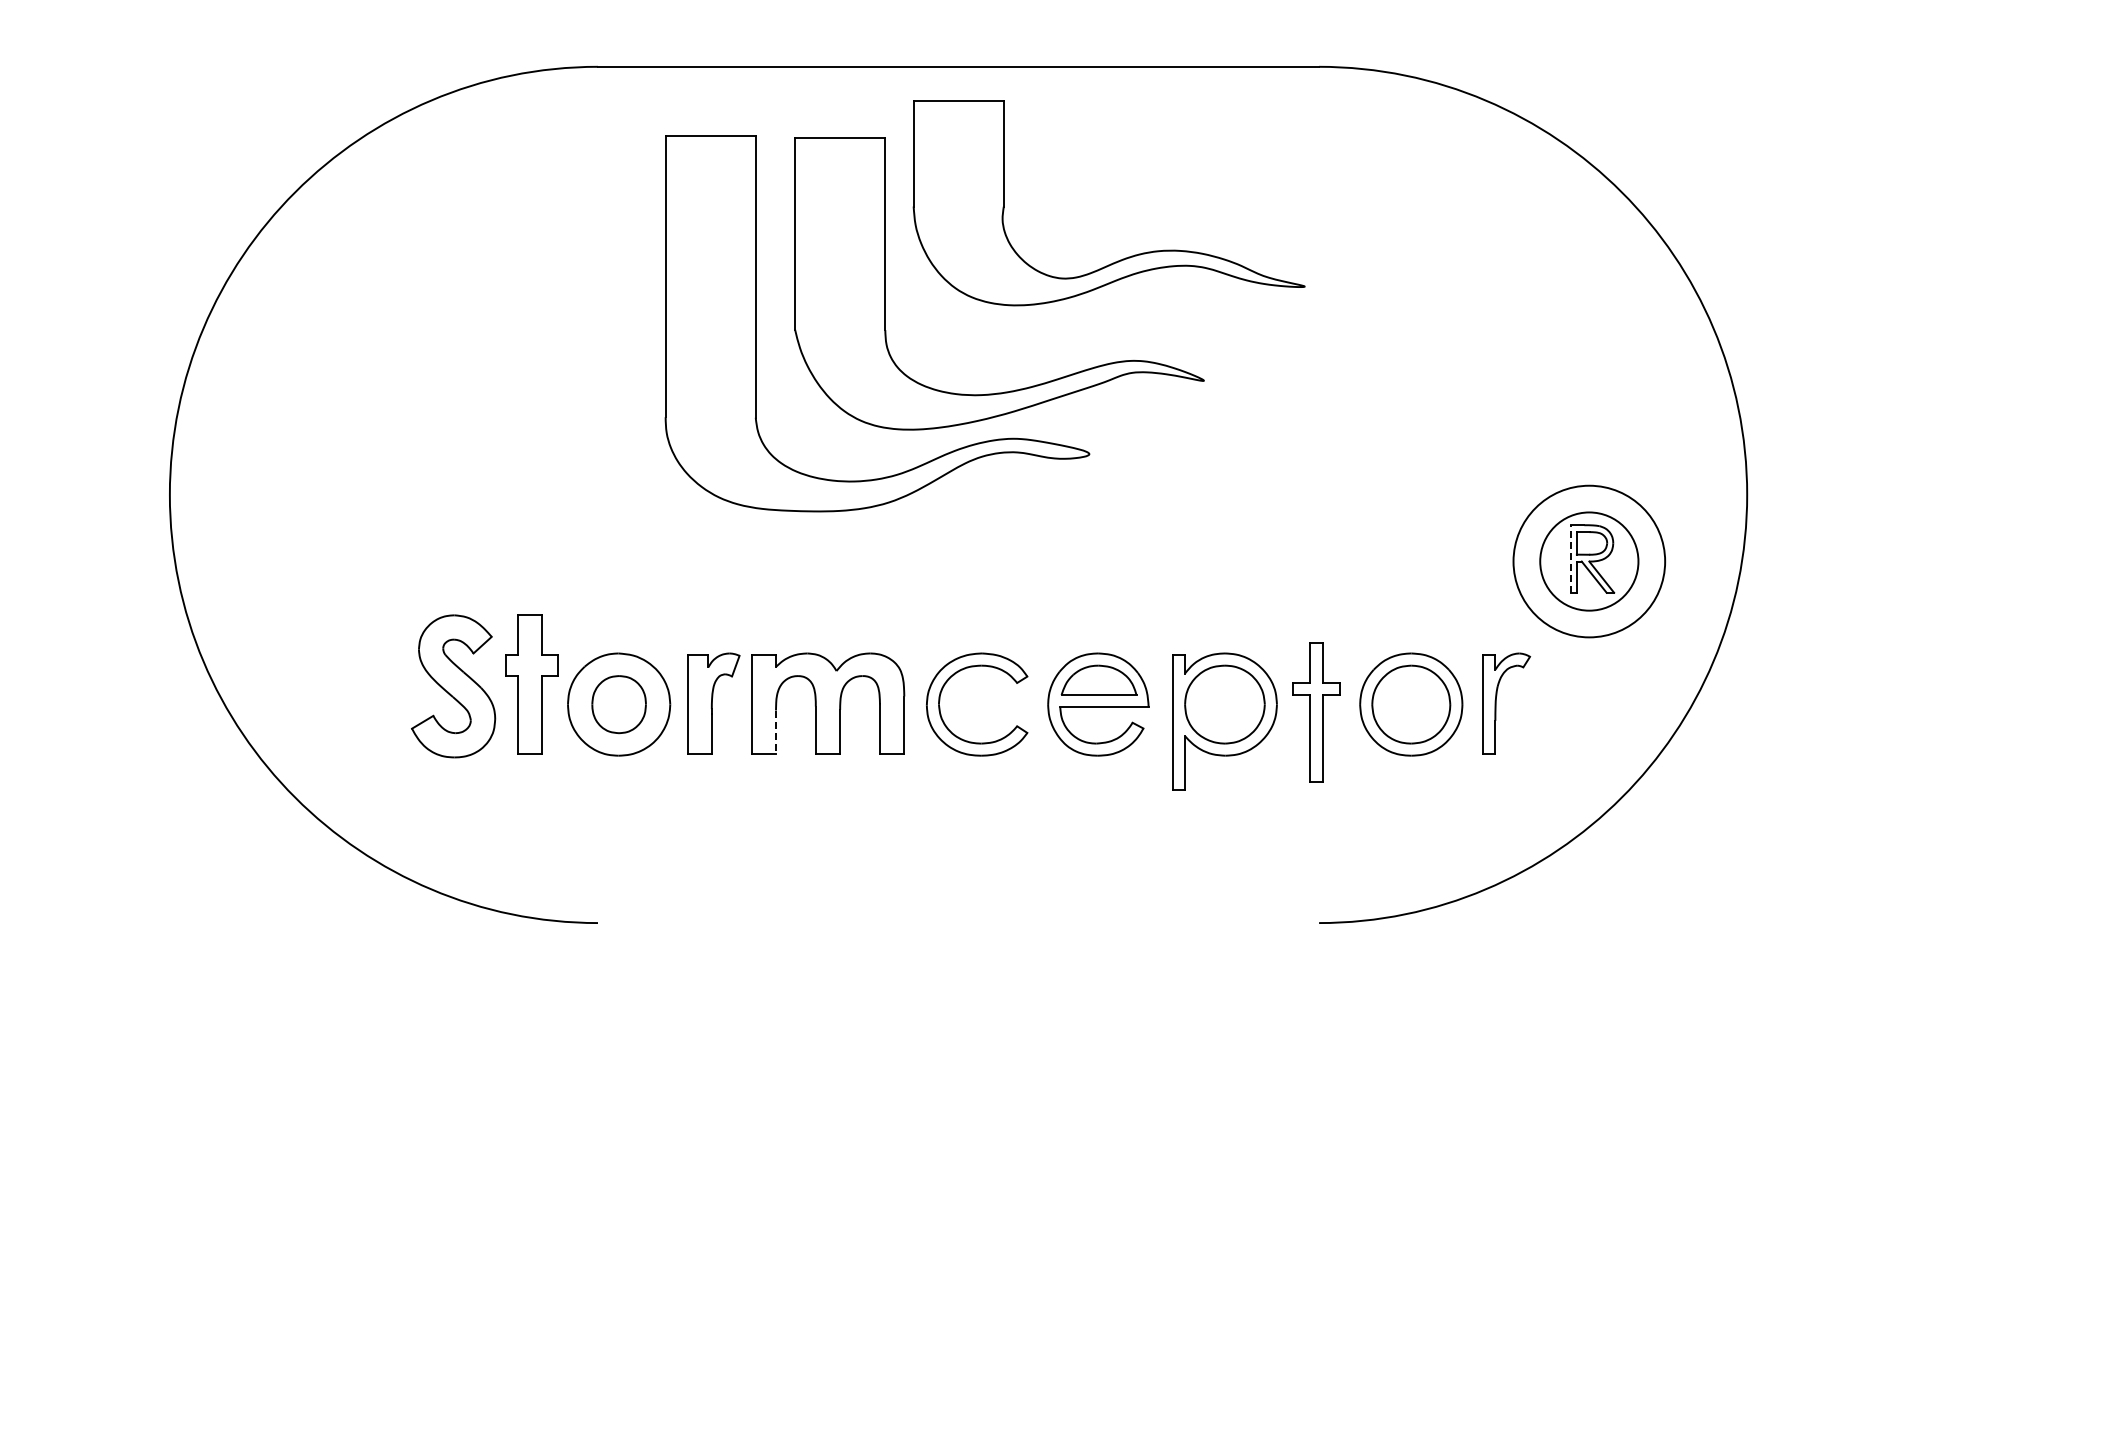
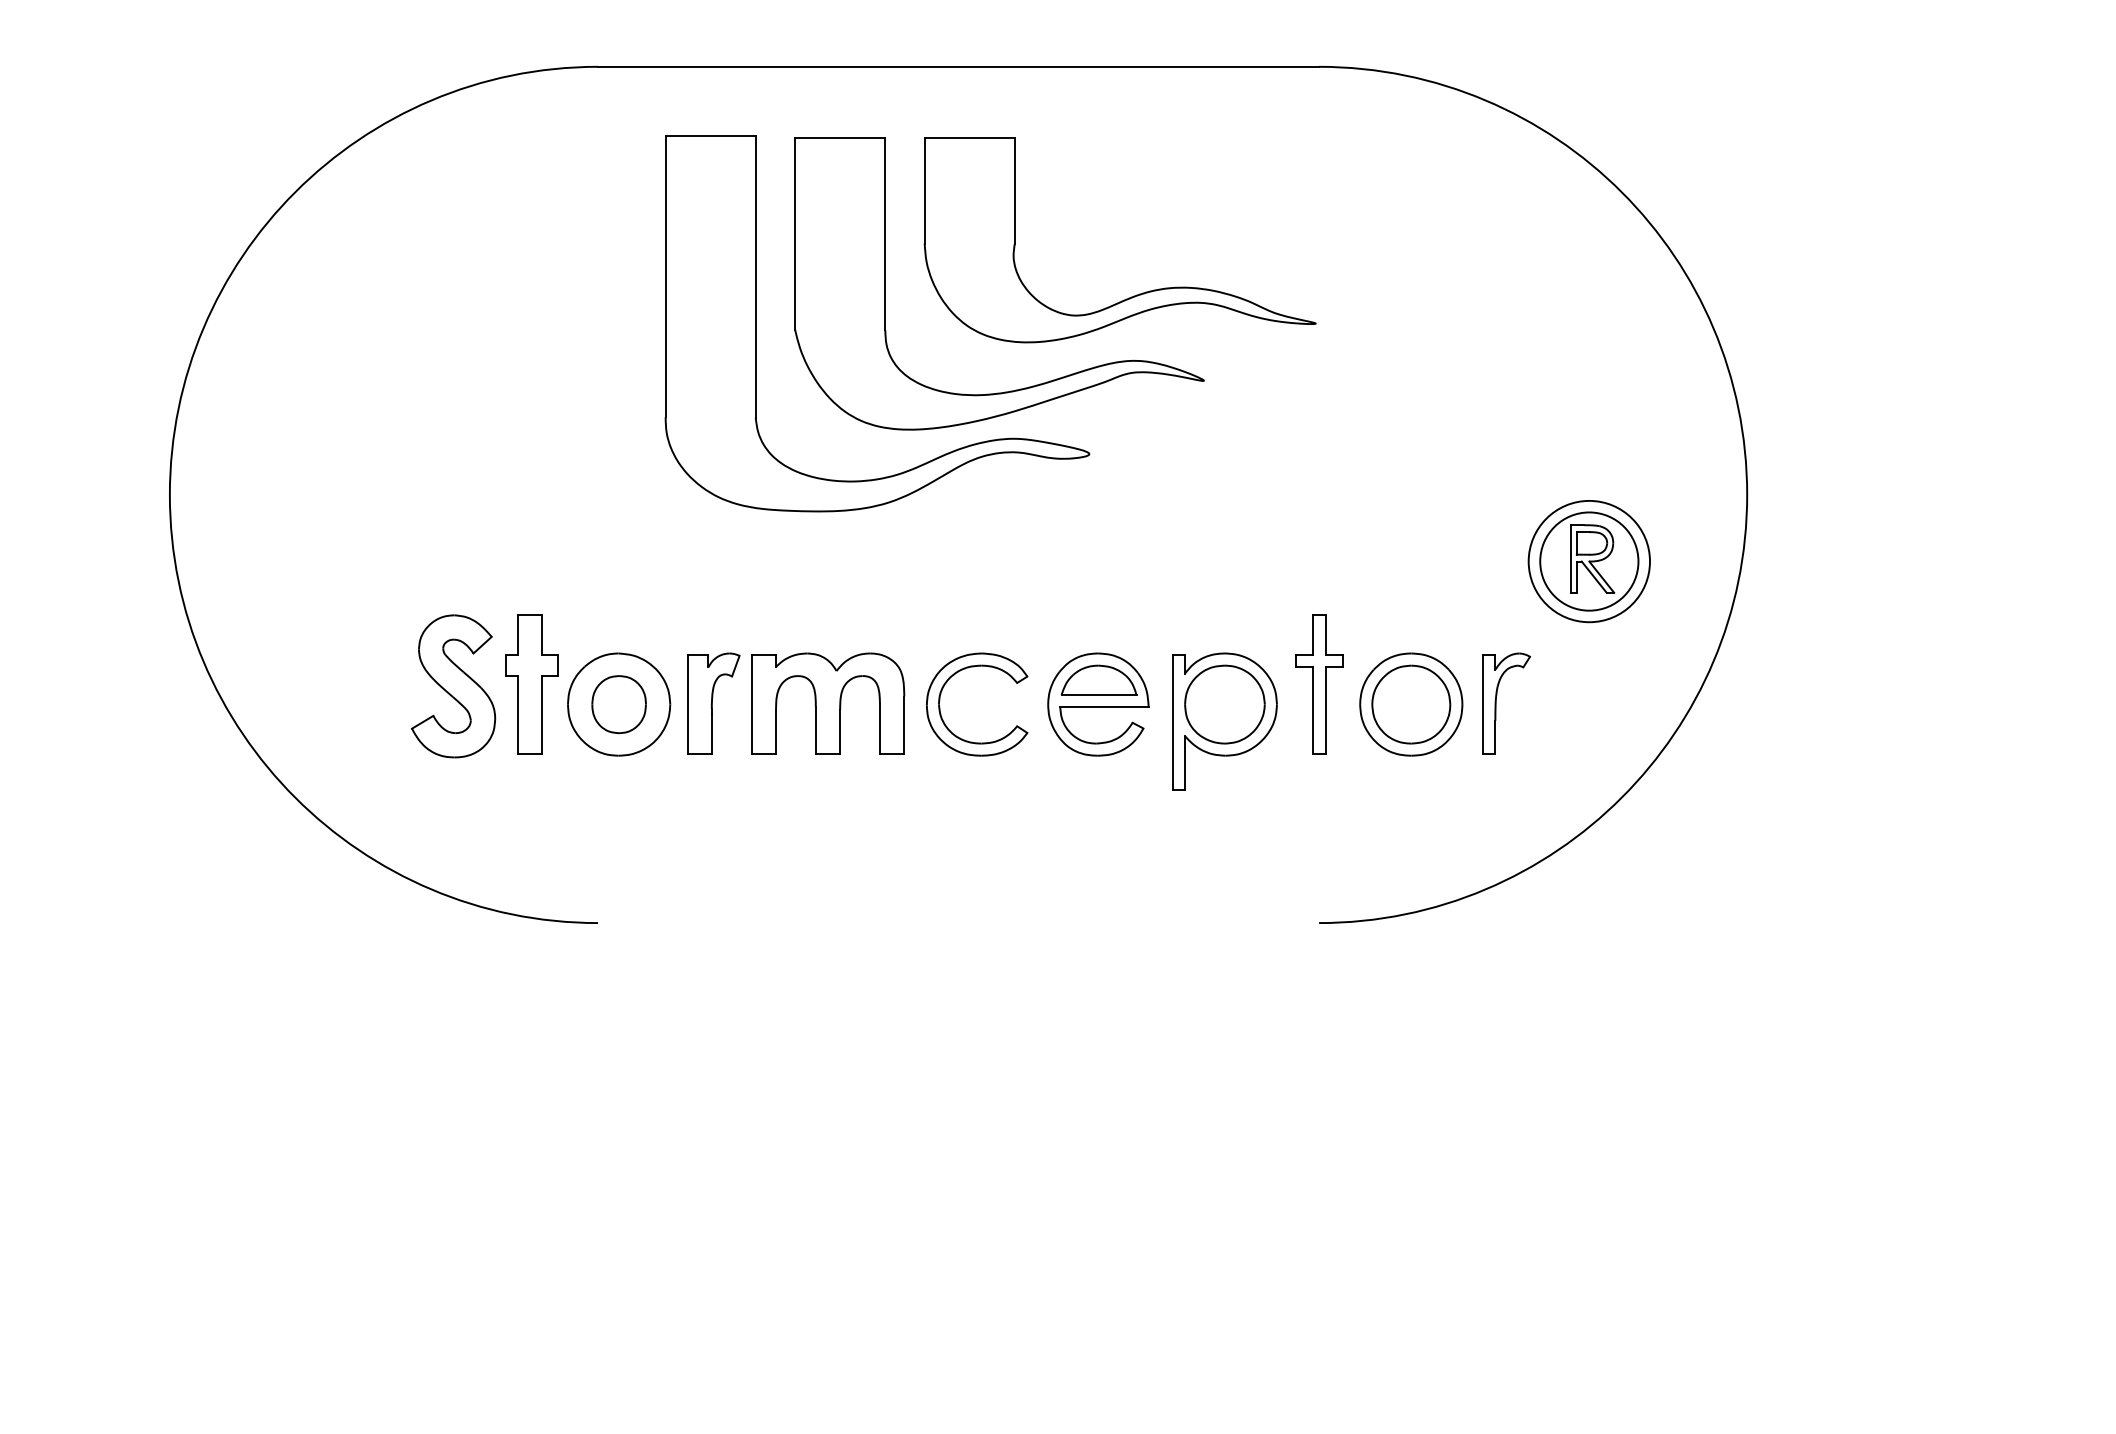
part at (1125, 257) position: (1125, 257) -> (1136, 294)
line at (1570, 559): dashed -> solid
circle at (1589, 561) diameter: 152 px -> 121 px
part at (1316, 712) position: (1316, 712) -> (1319, 684)
line at (775, 732): dashed -> solid
